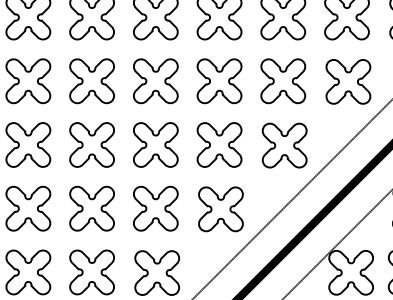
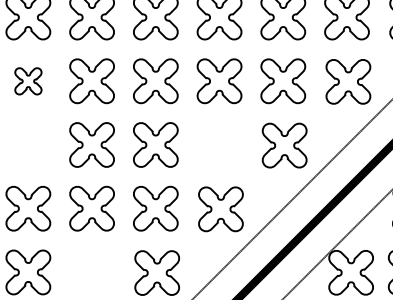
part at (28, 81) size: 47x47 px -> 29x29 px
part at (28, 144): present -> none
part at (219, 144): present -> none
part at (91, 272): present -> none
